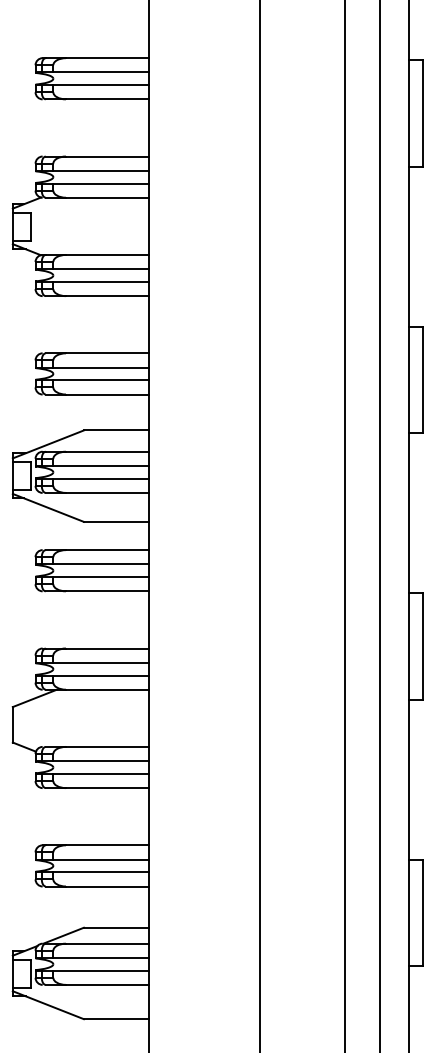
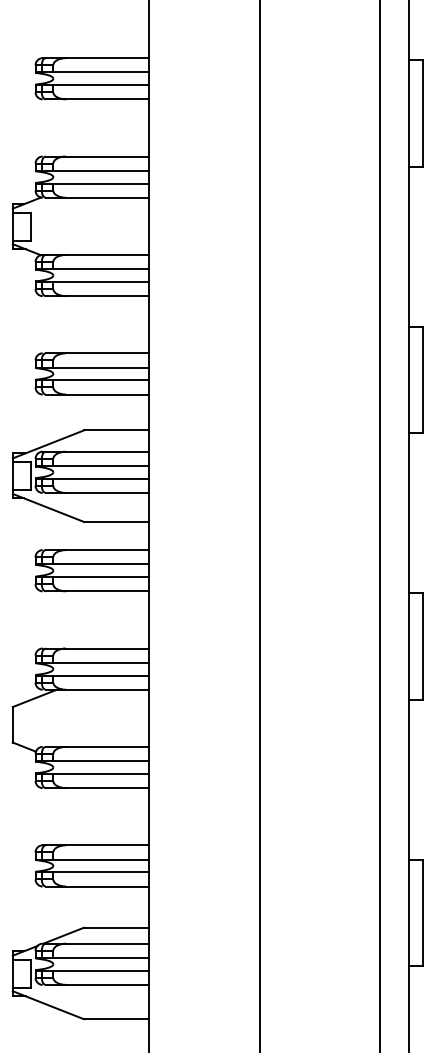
line at (344, 525): present -> none
